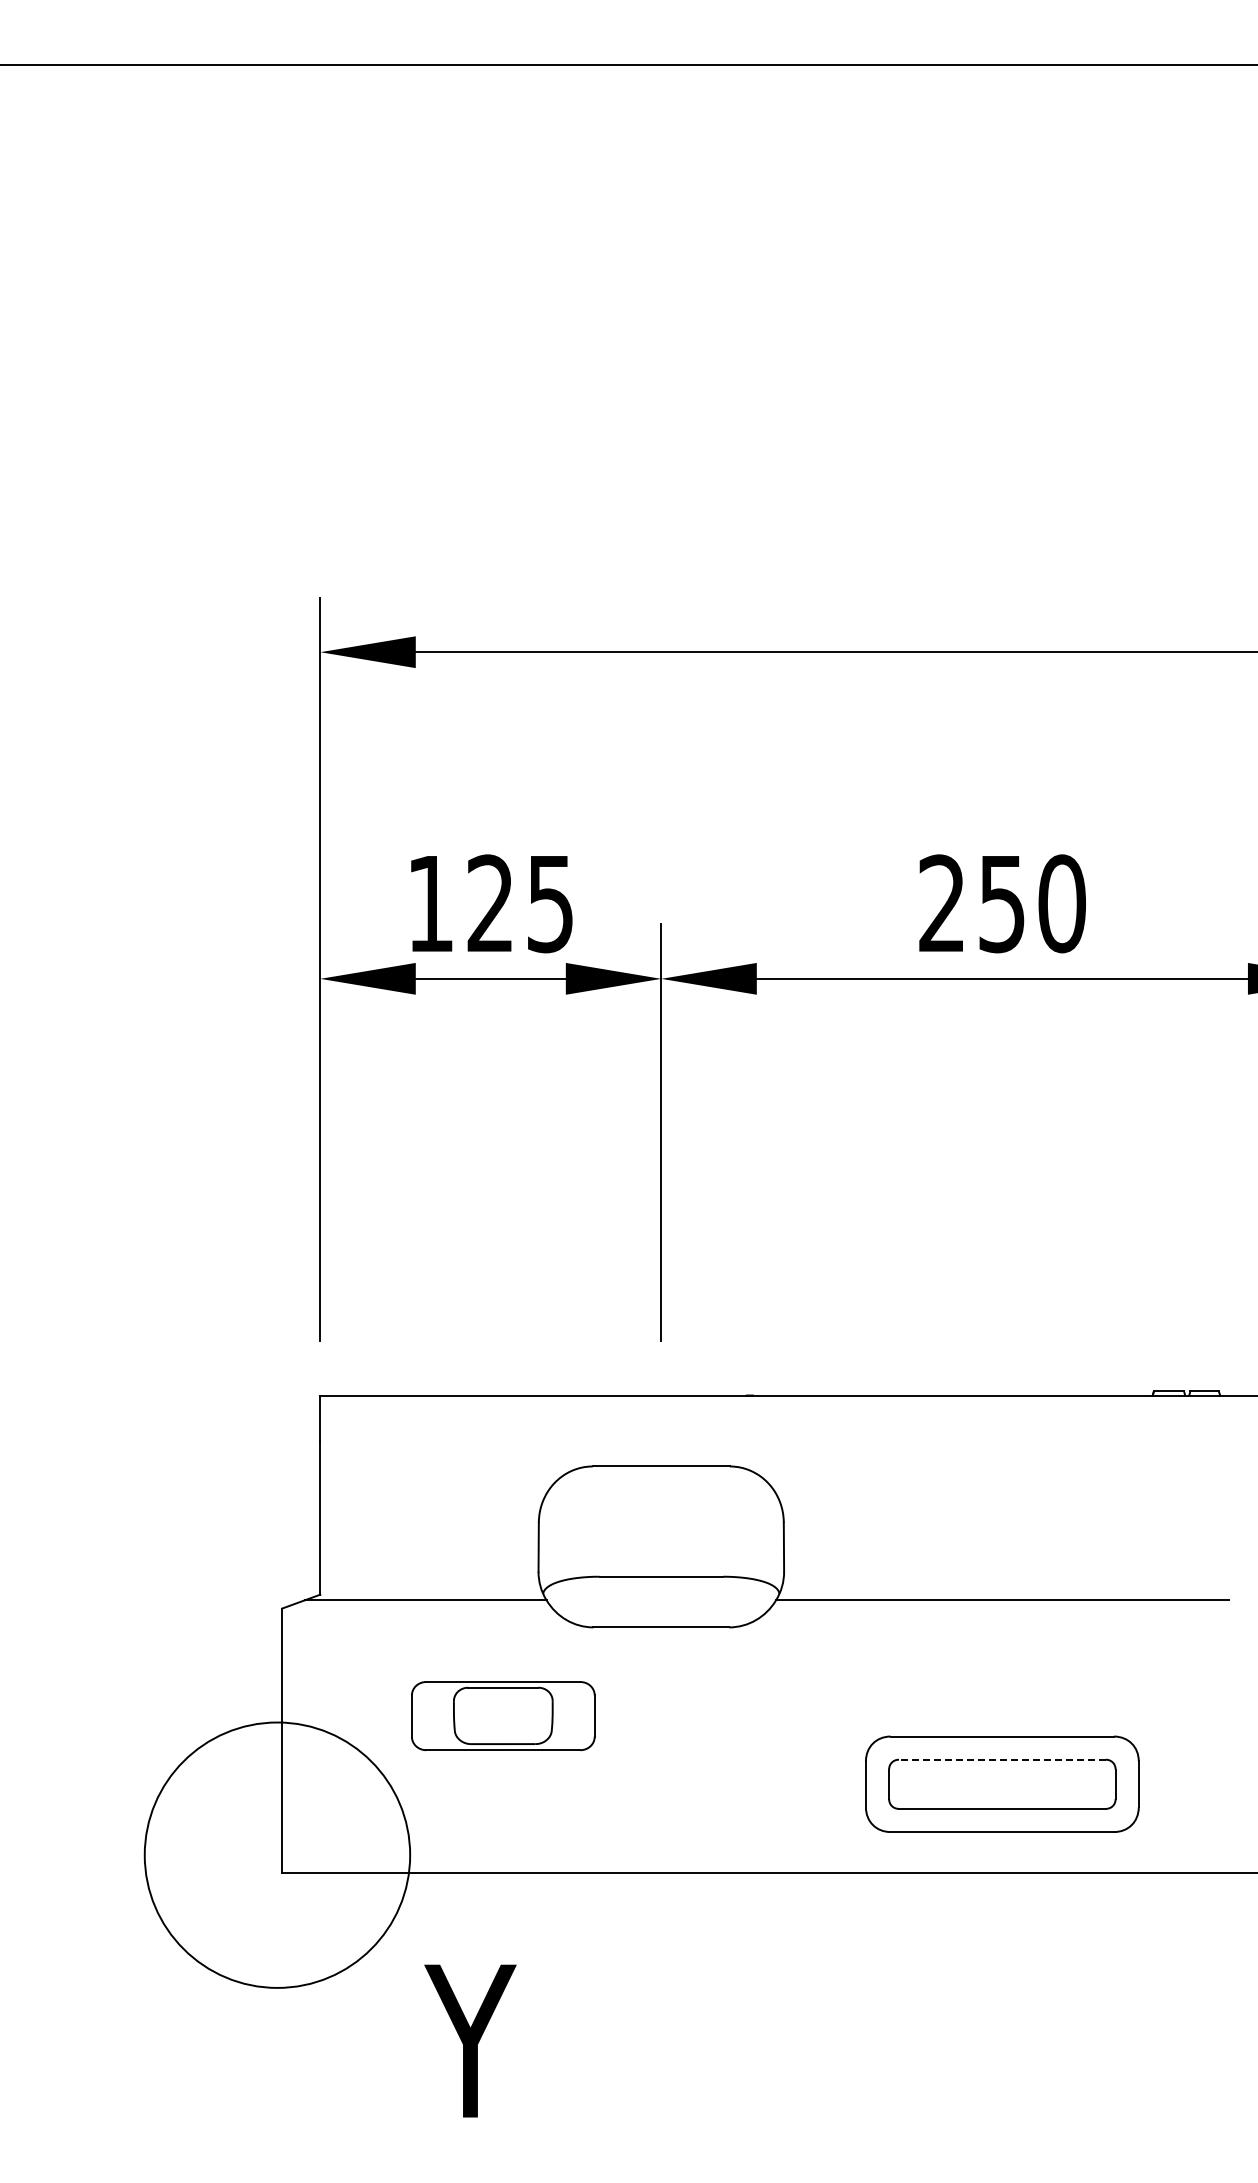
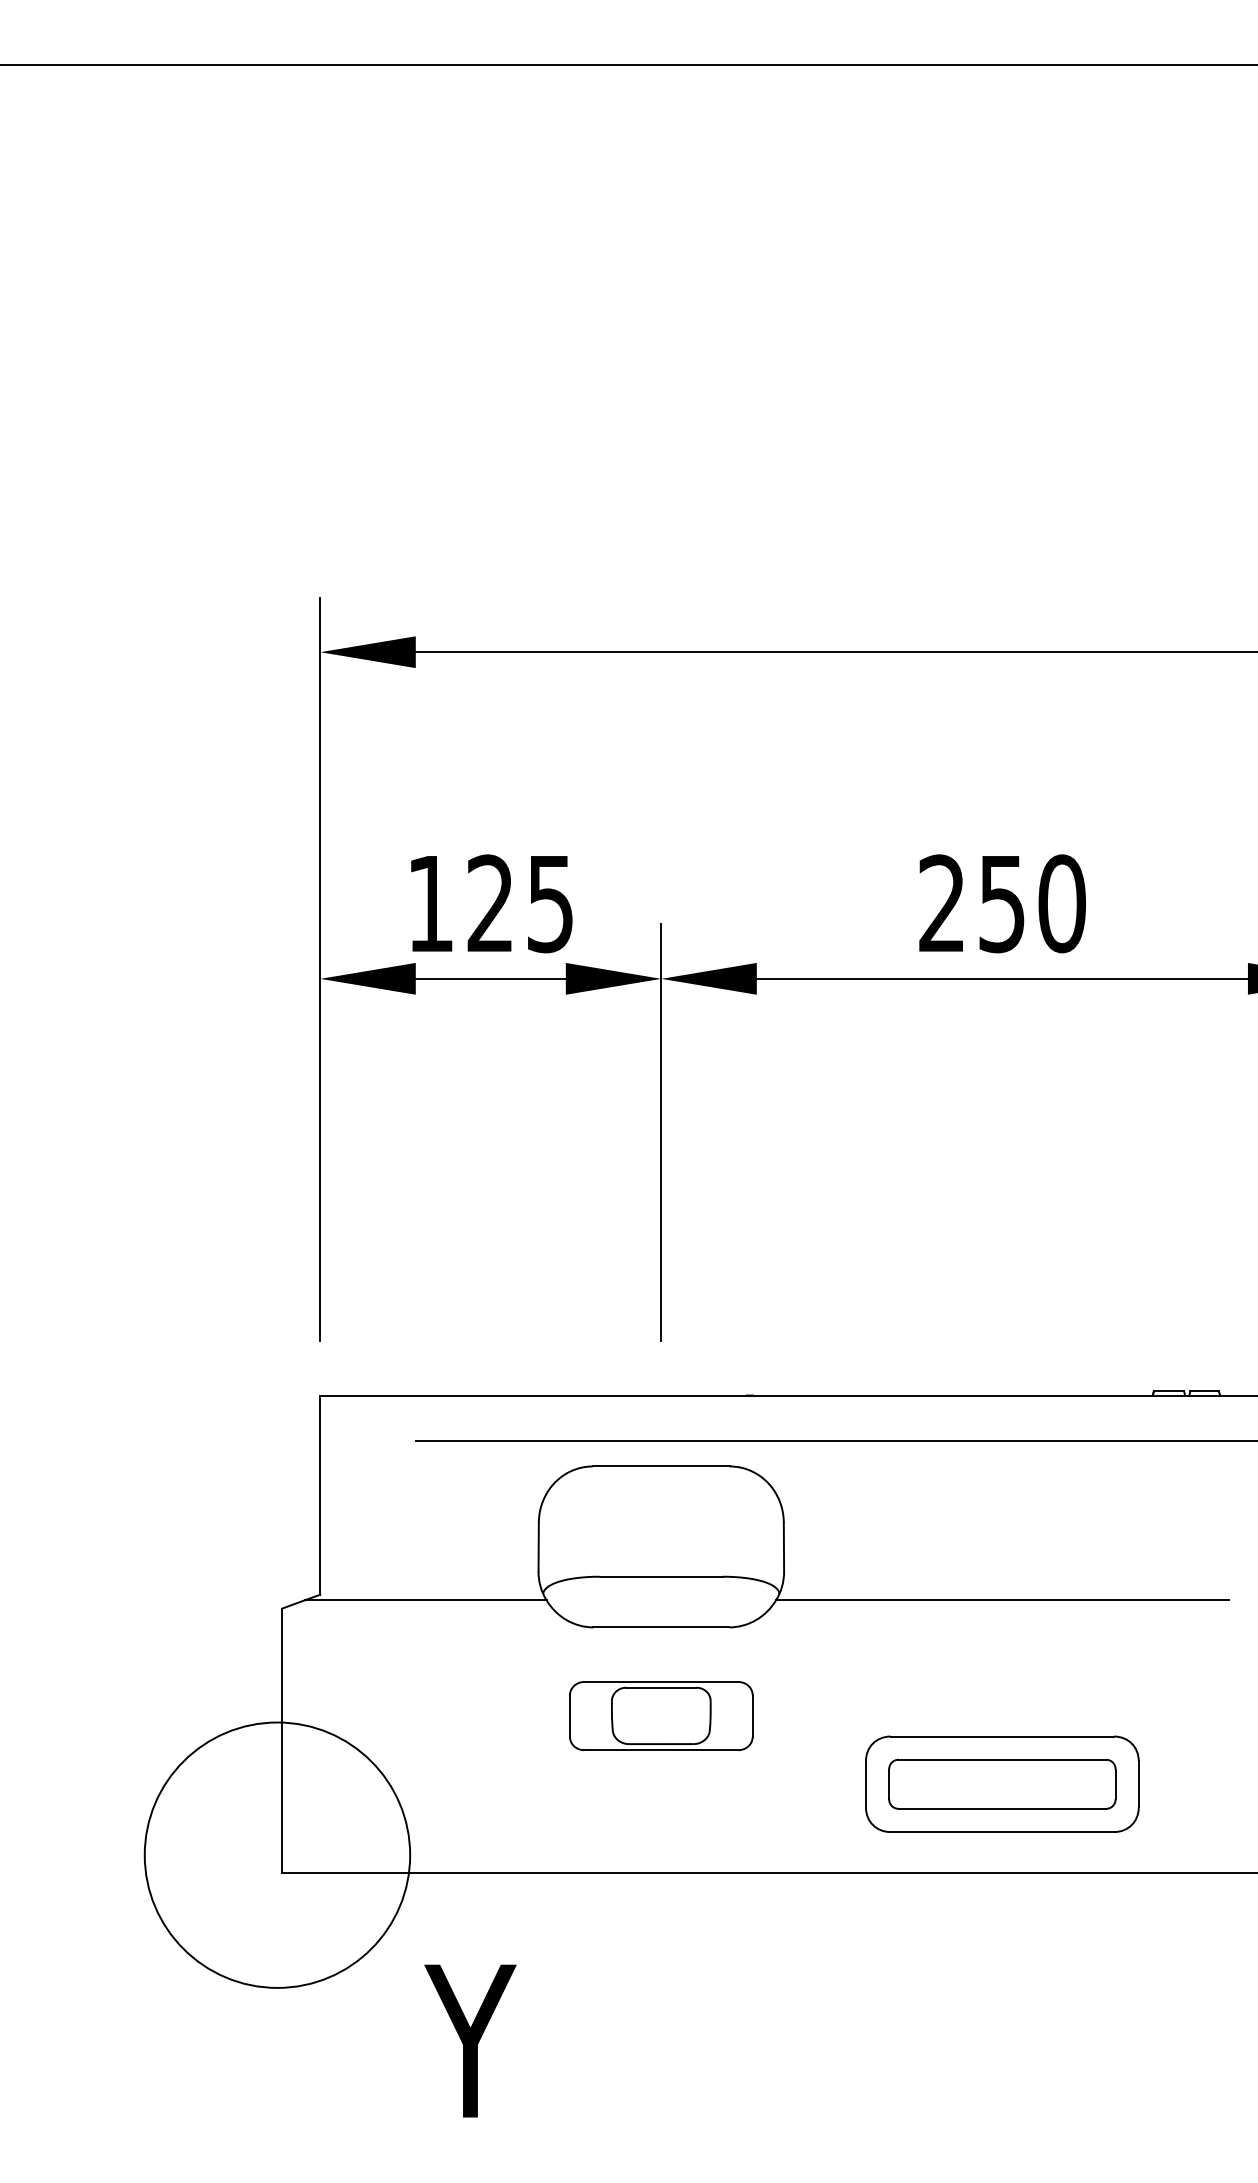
line at (834, 1440): none -> present
part at (503, 1716) position: (503, 1716) -> (661, 1716)
line at (1001, 1759): dashed -> solid
